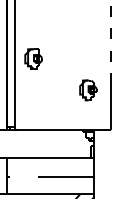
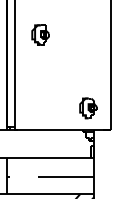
line at (111, 37): dashed -> solid
part at (33, 58) position: (33, 58) -> (40, 34)
part at (88, 90) position: (88, 90) -> (88, 108)
